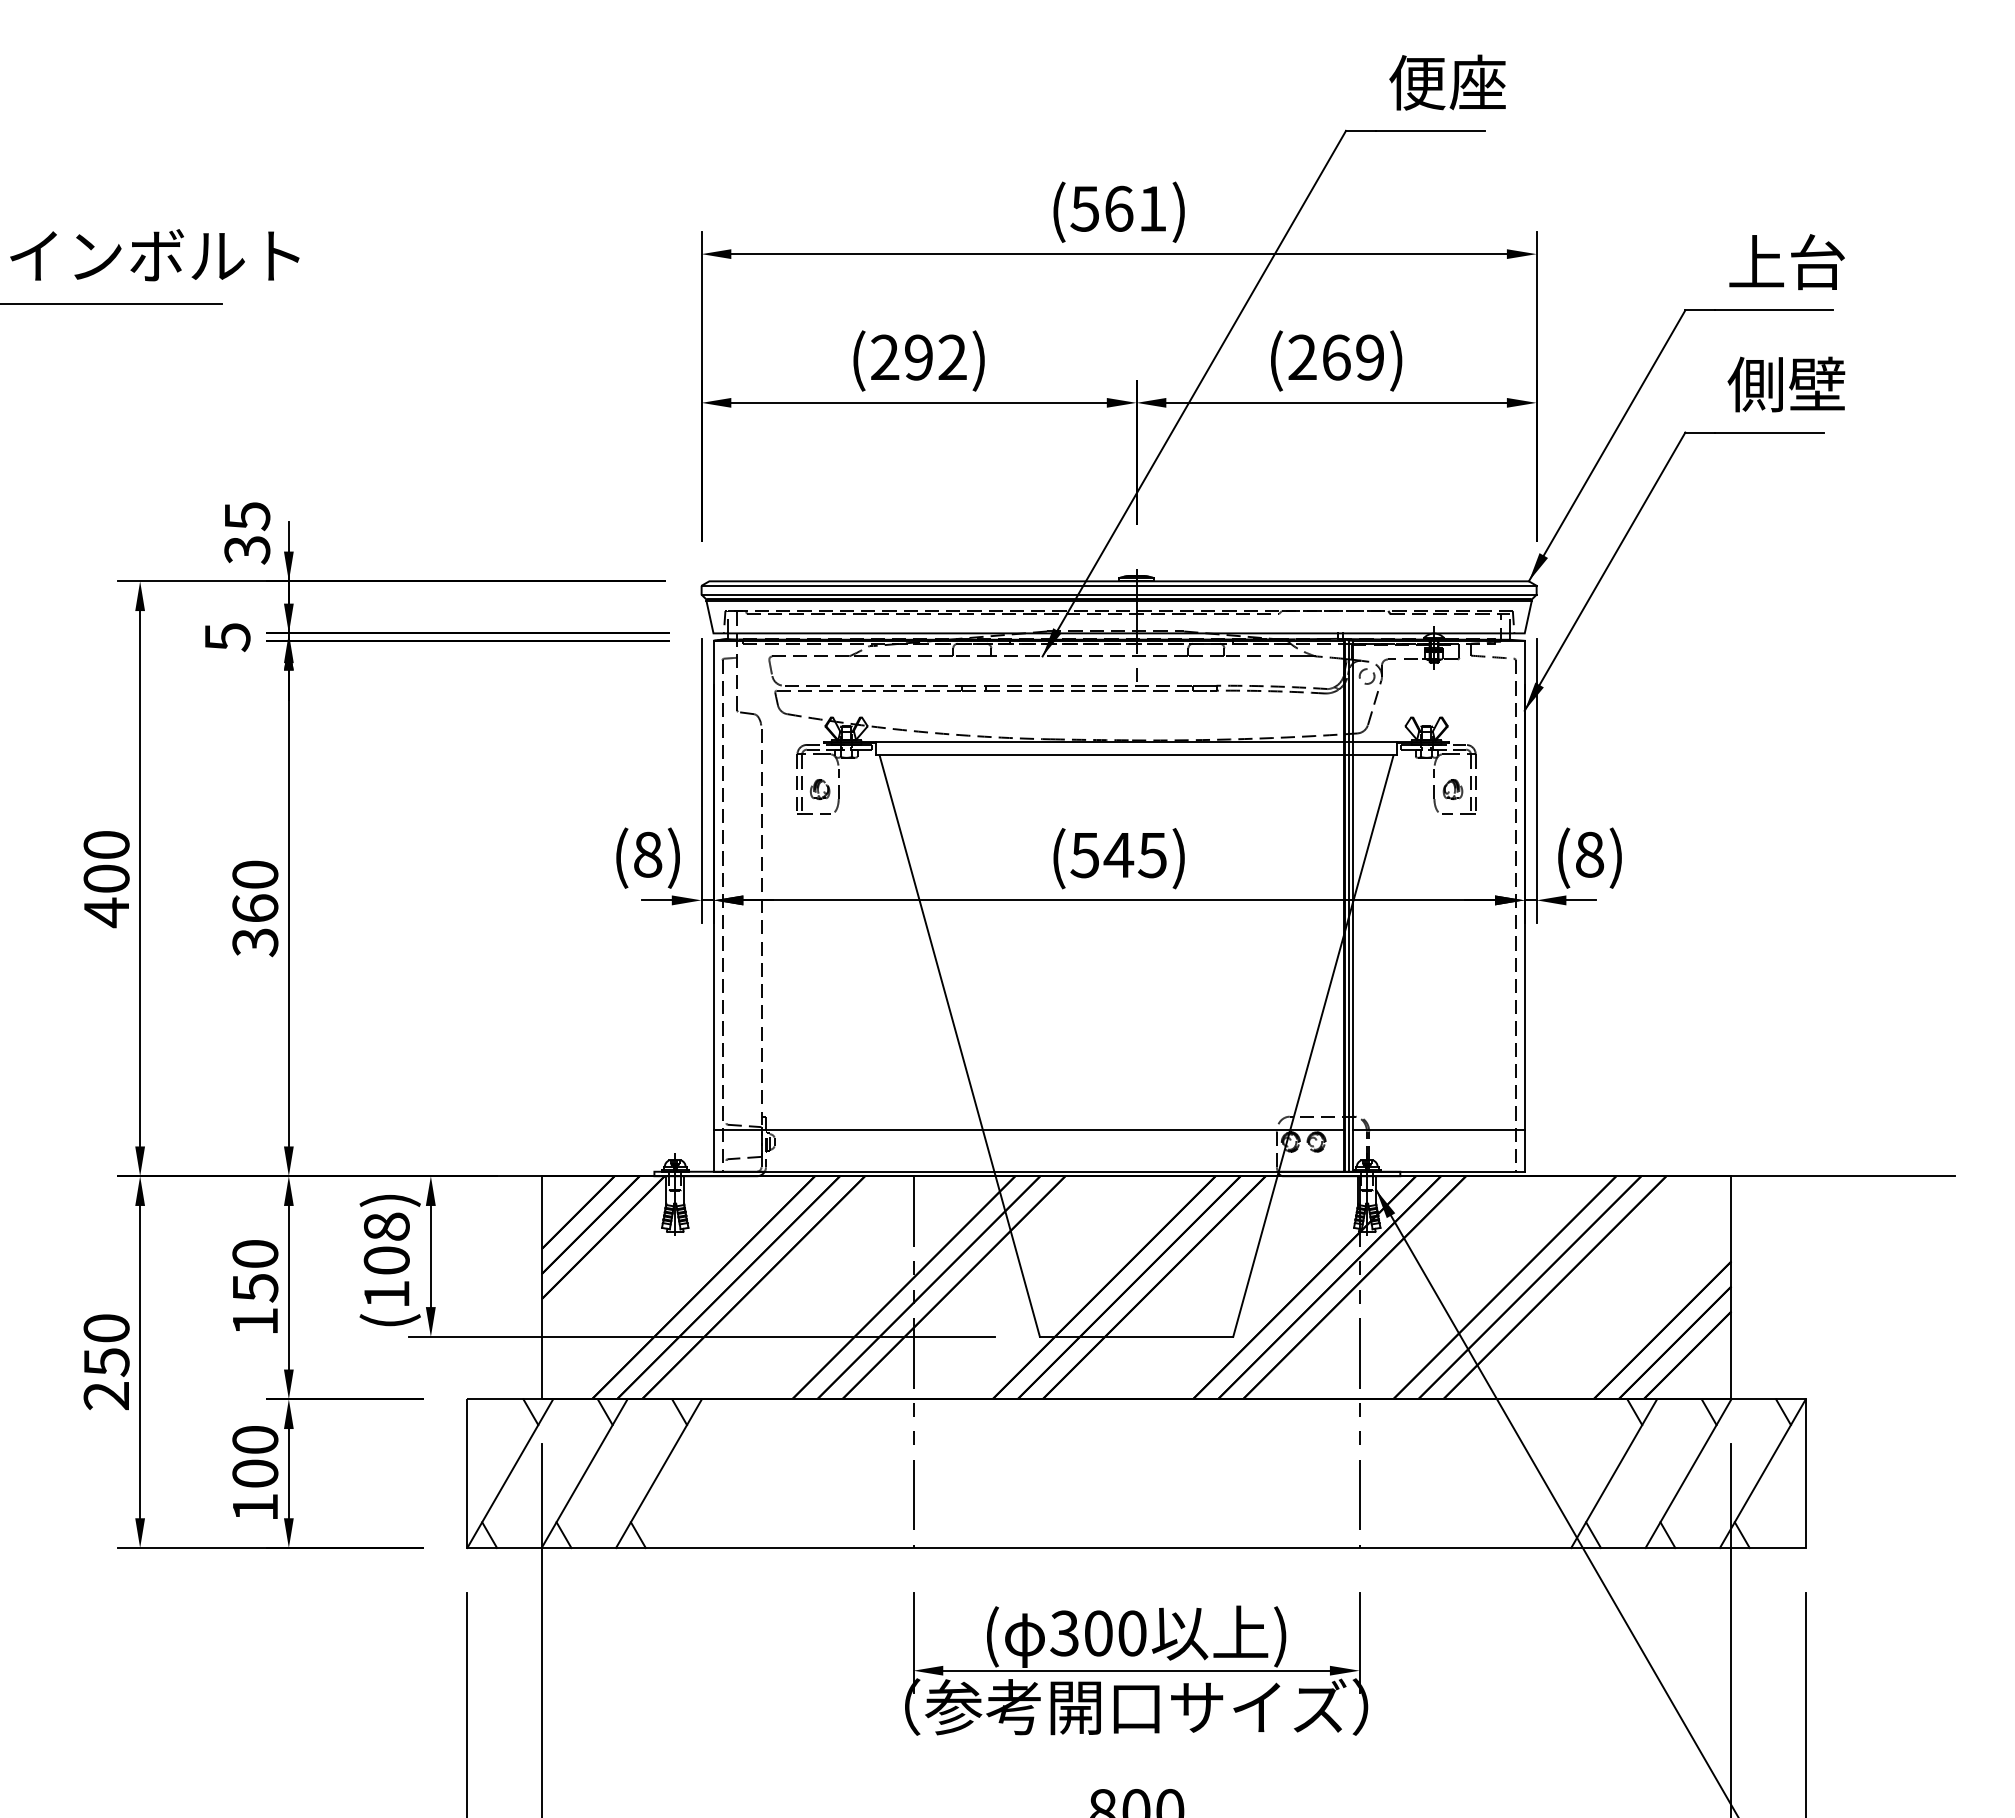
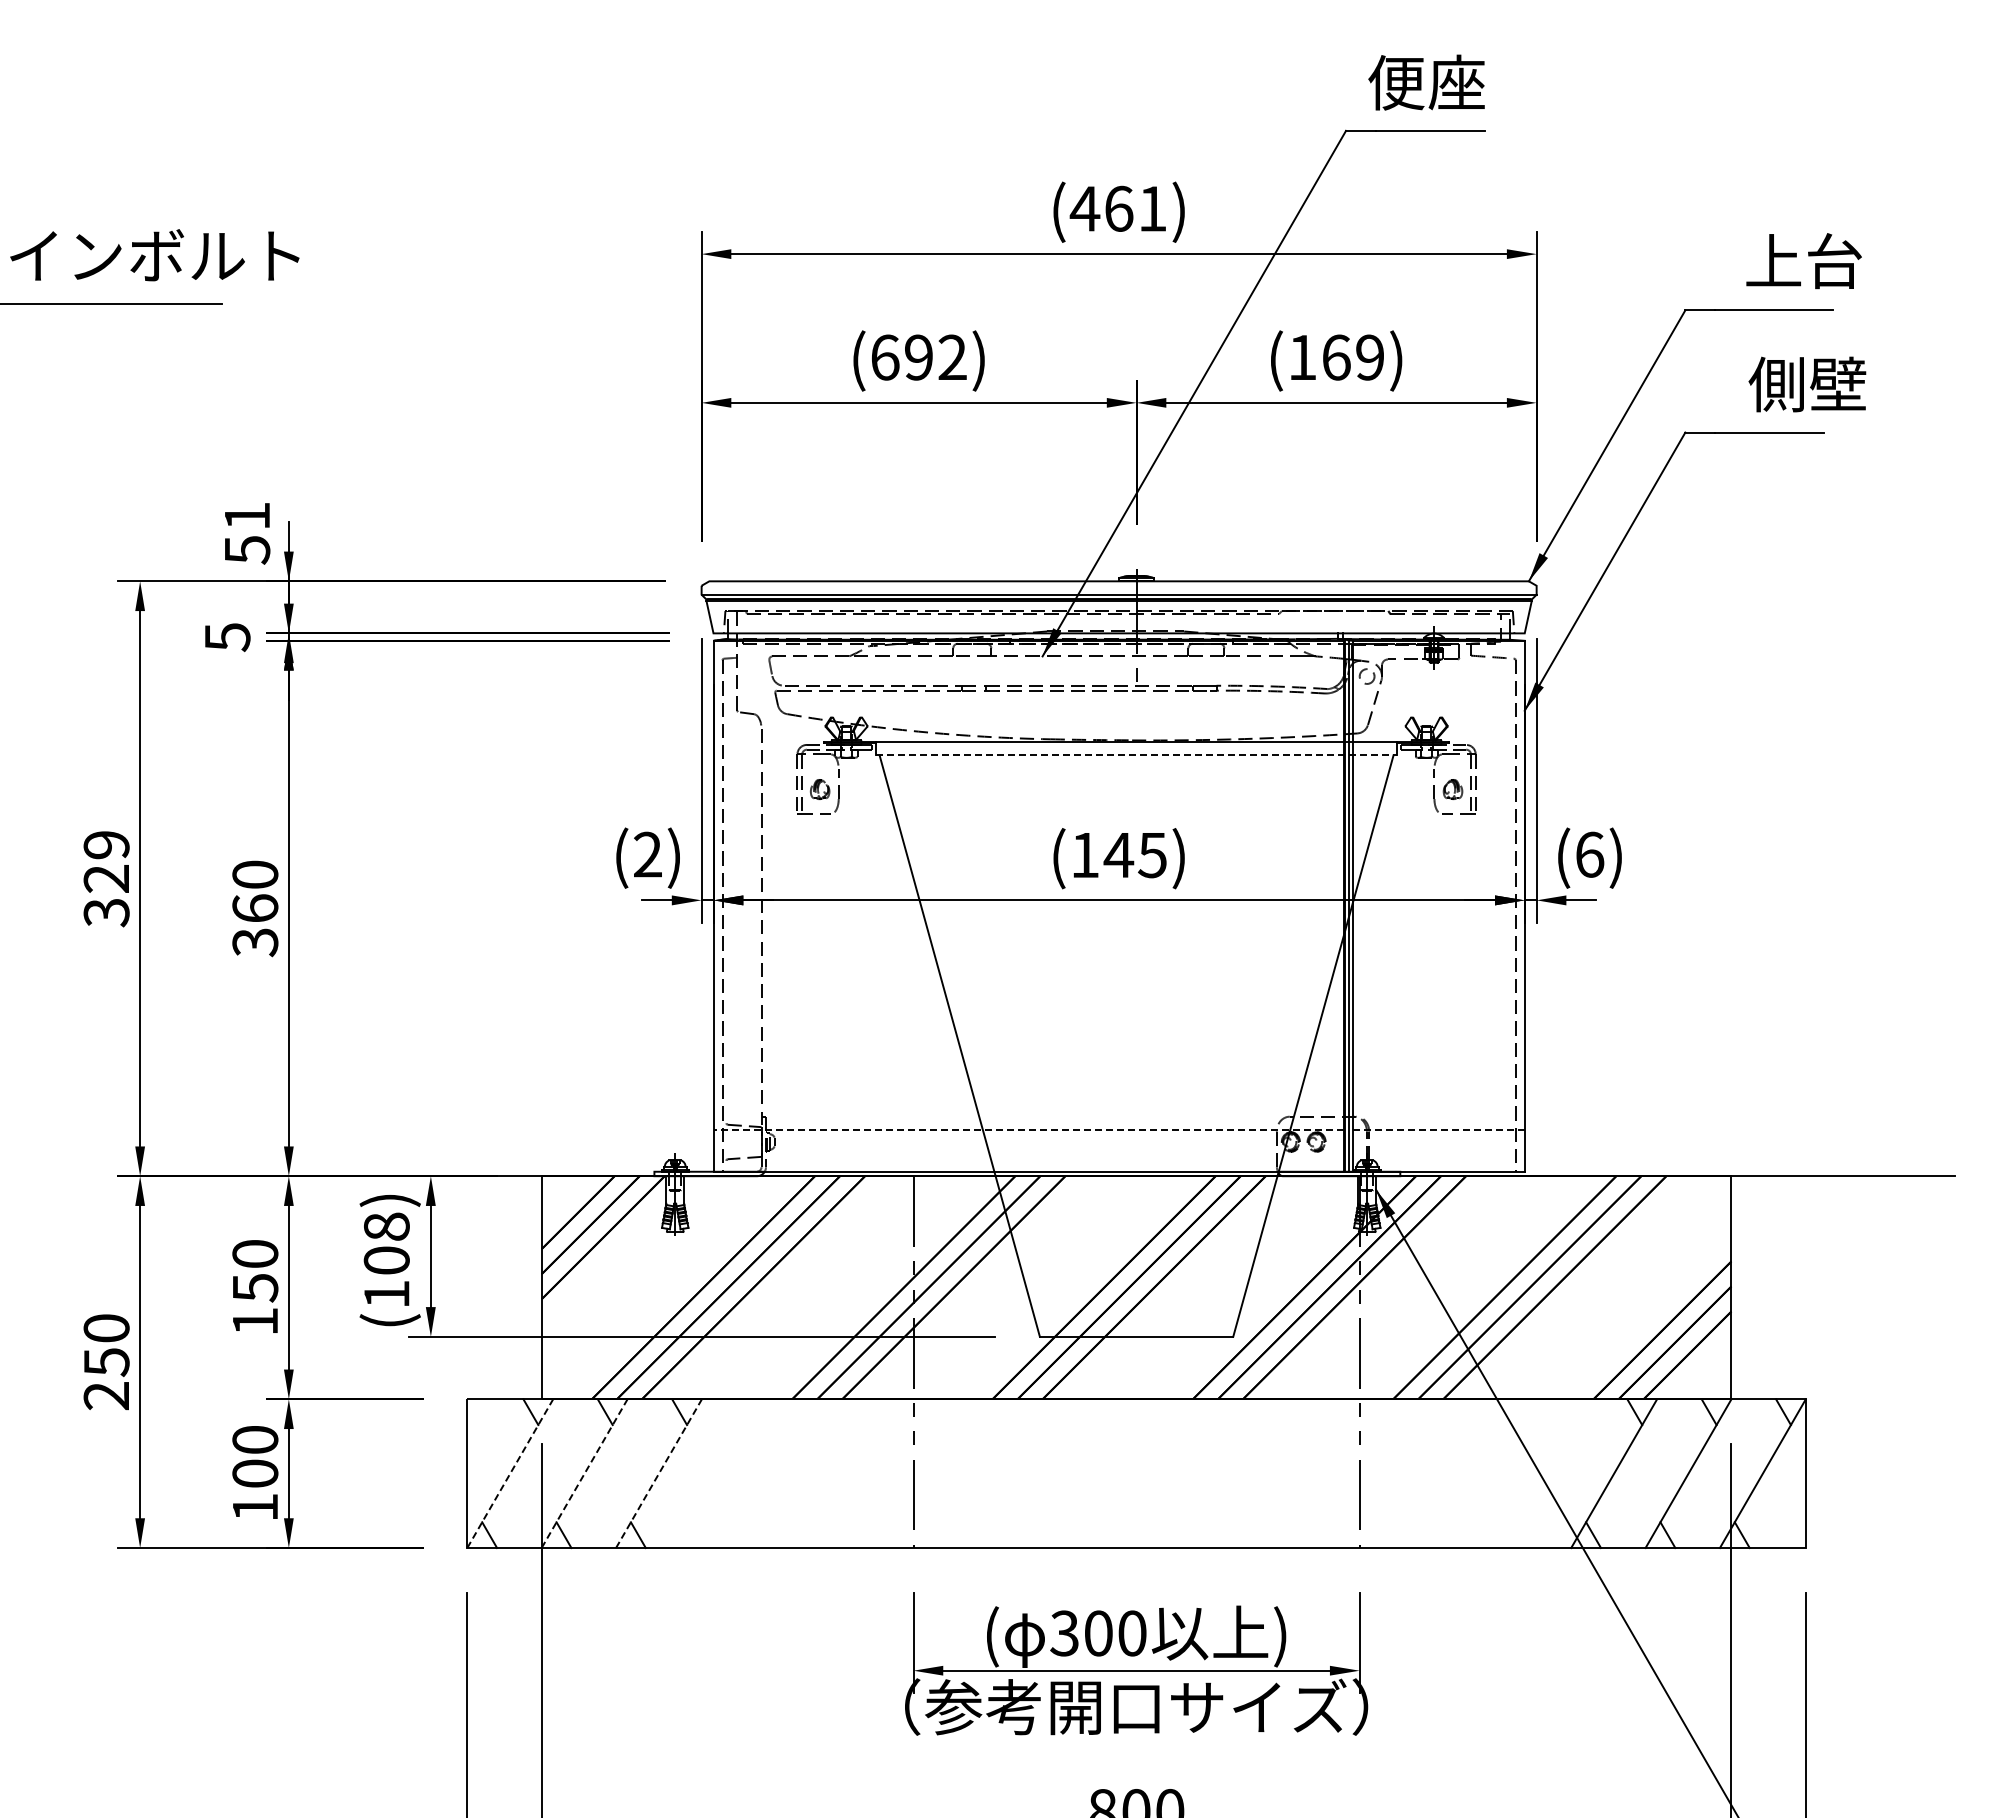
text at (1447, 82) position: (1447, 82) -> (1426, 82)
text at (1084, 208): (561) -> (461)
text at (1786, 262) position: (1786, 262) -> (1803, 261)
text at (1302, 356): (269) -> (169)
text at (885, 357): (292) -> (692)
text at (1786, 384) position: (1786, 384) -> (1807, 384)
text at (247, 533): 35 -> 51
line at (1118, 585): present -> none
line at (1137, 755): solid -> dashed
text at (648, 854): (8) -> (2)
text at (1590, 854): (8) -> (6)
text at (1084, 855): (545) -> (145)
text at (106, 879): 400 -> 329
line at (1028, 1130): solid -> dashed
line at (1438, 1130): solid -> dashed
line at (510, 1473): solid -> dashed
line at (584, 1473): solid -> dashed
line at (658, 1473): solid -> dashed
